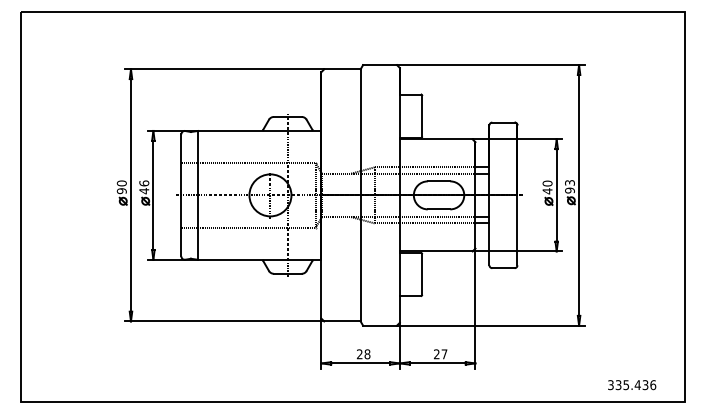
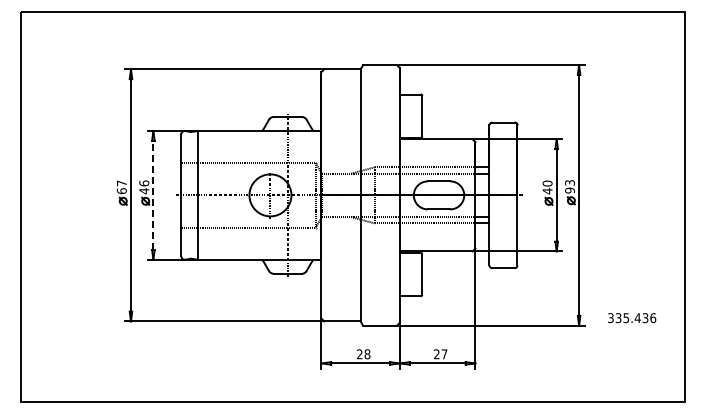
text at (121, 187): 90 -> 67
line at (153, 195): solid -> dashed
text at (632, 385) position: (632, 385) -> (632, 318)
